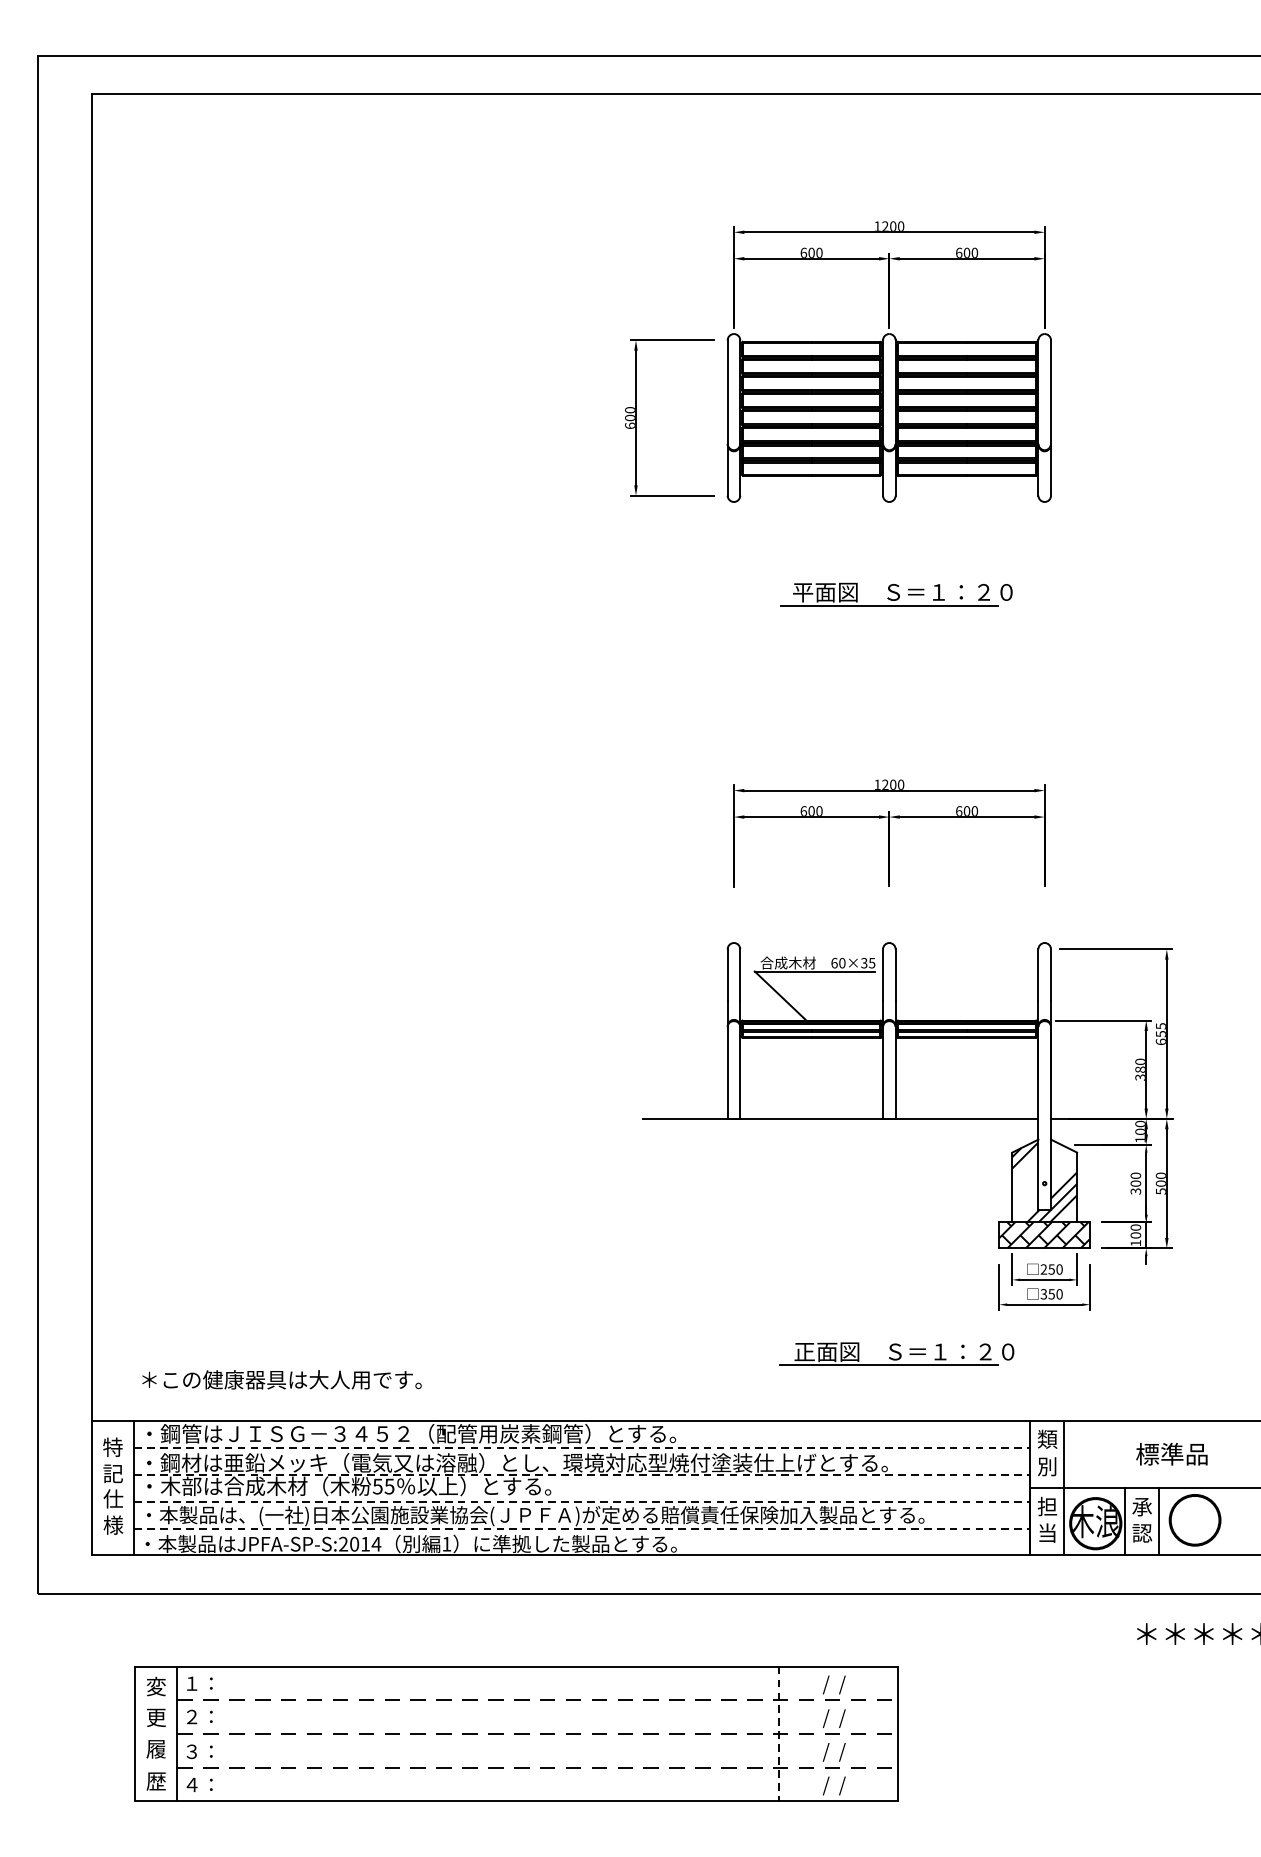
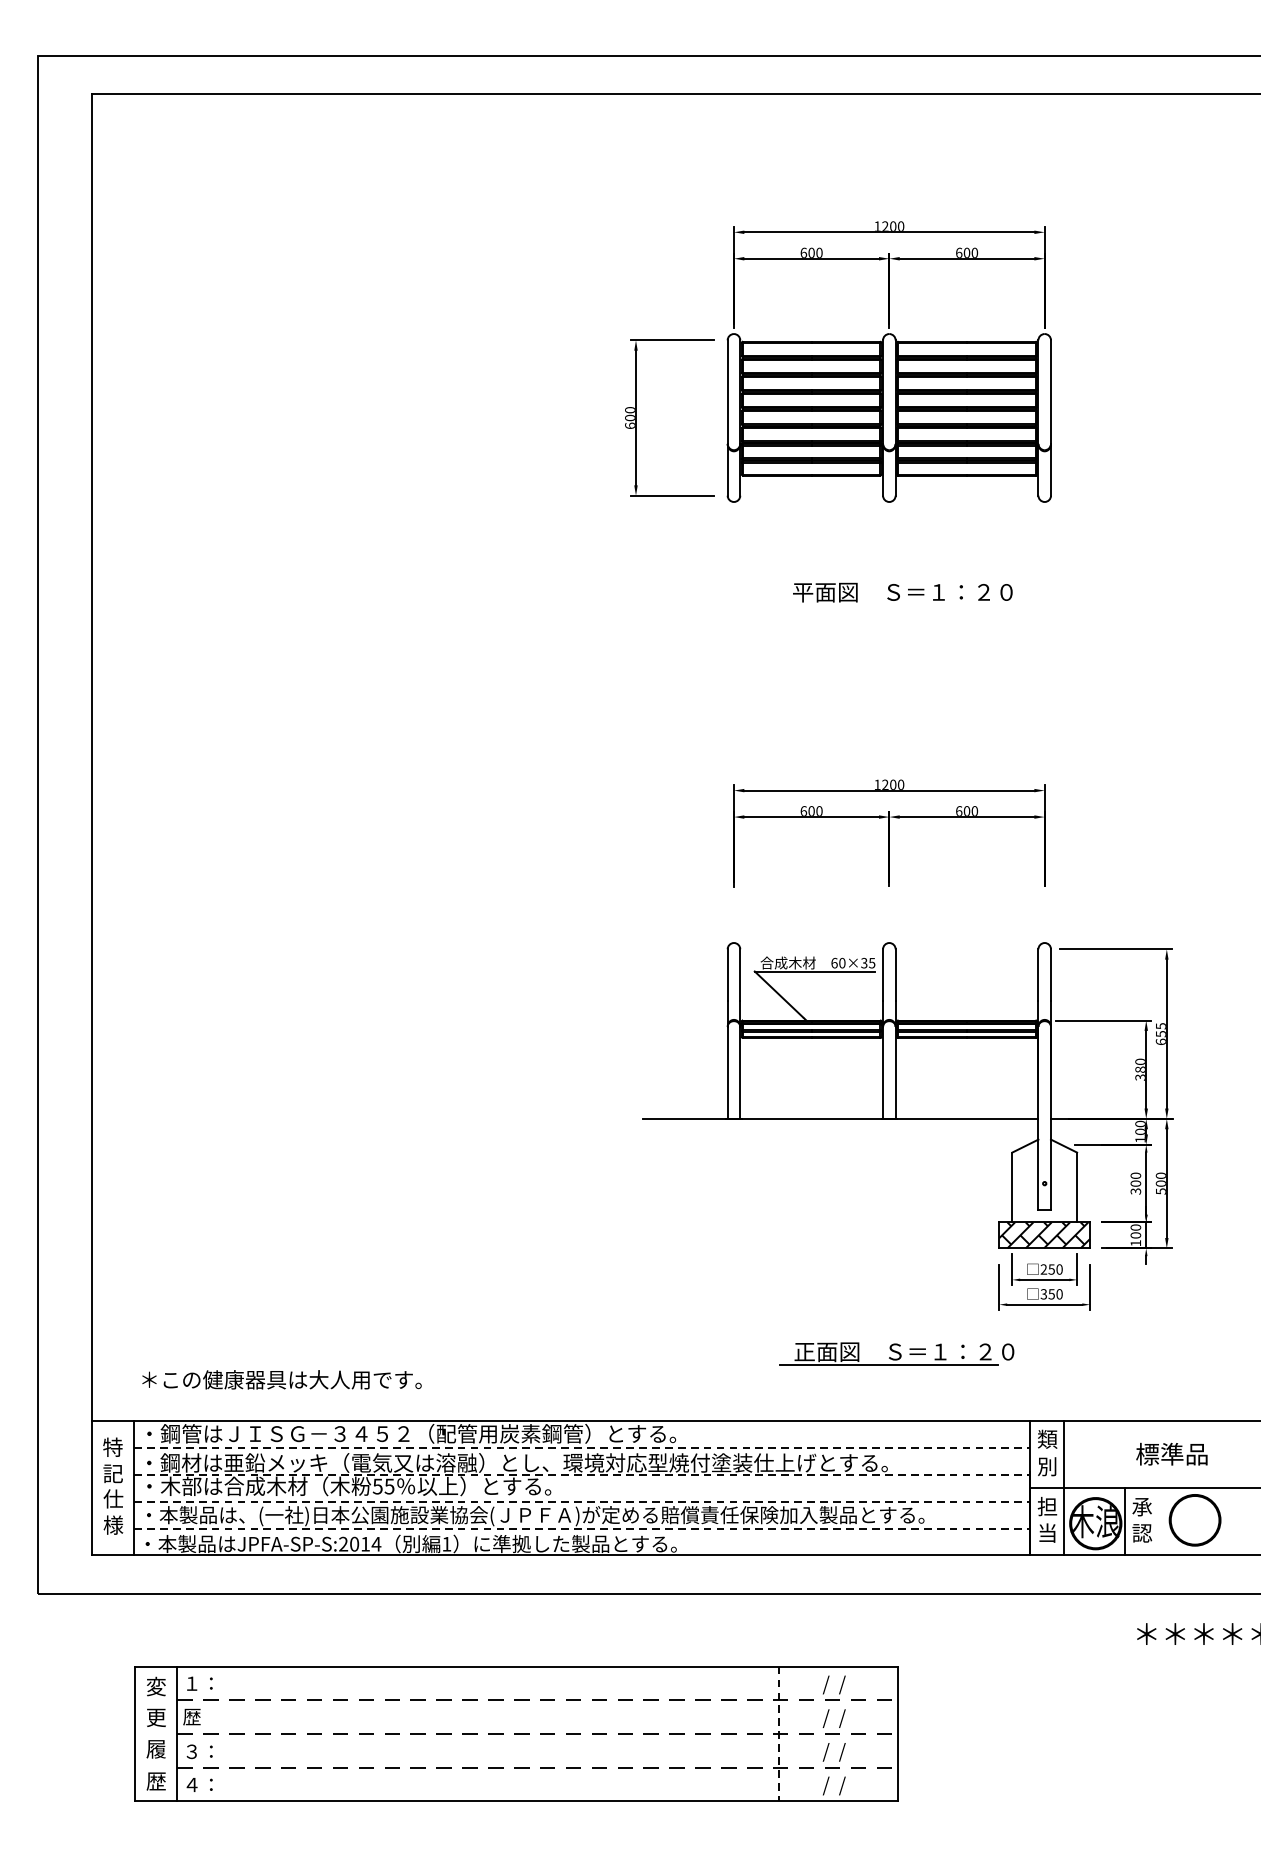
line at (889, 605): present -> none
hatch at (1044, 1182): present -> none
line at (1158, 1521): present -> none
text at (197, 1716): ２： -> 歴
